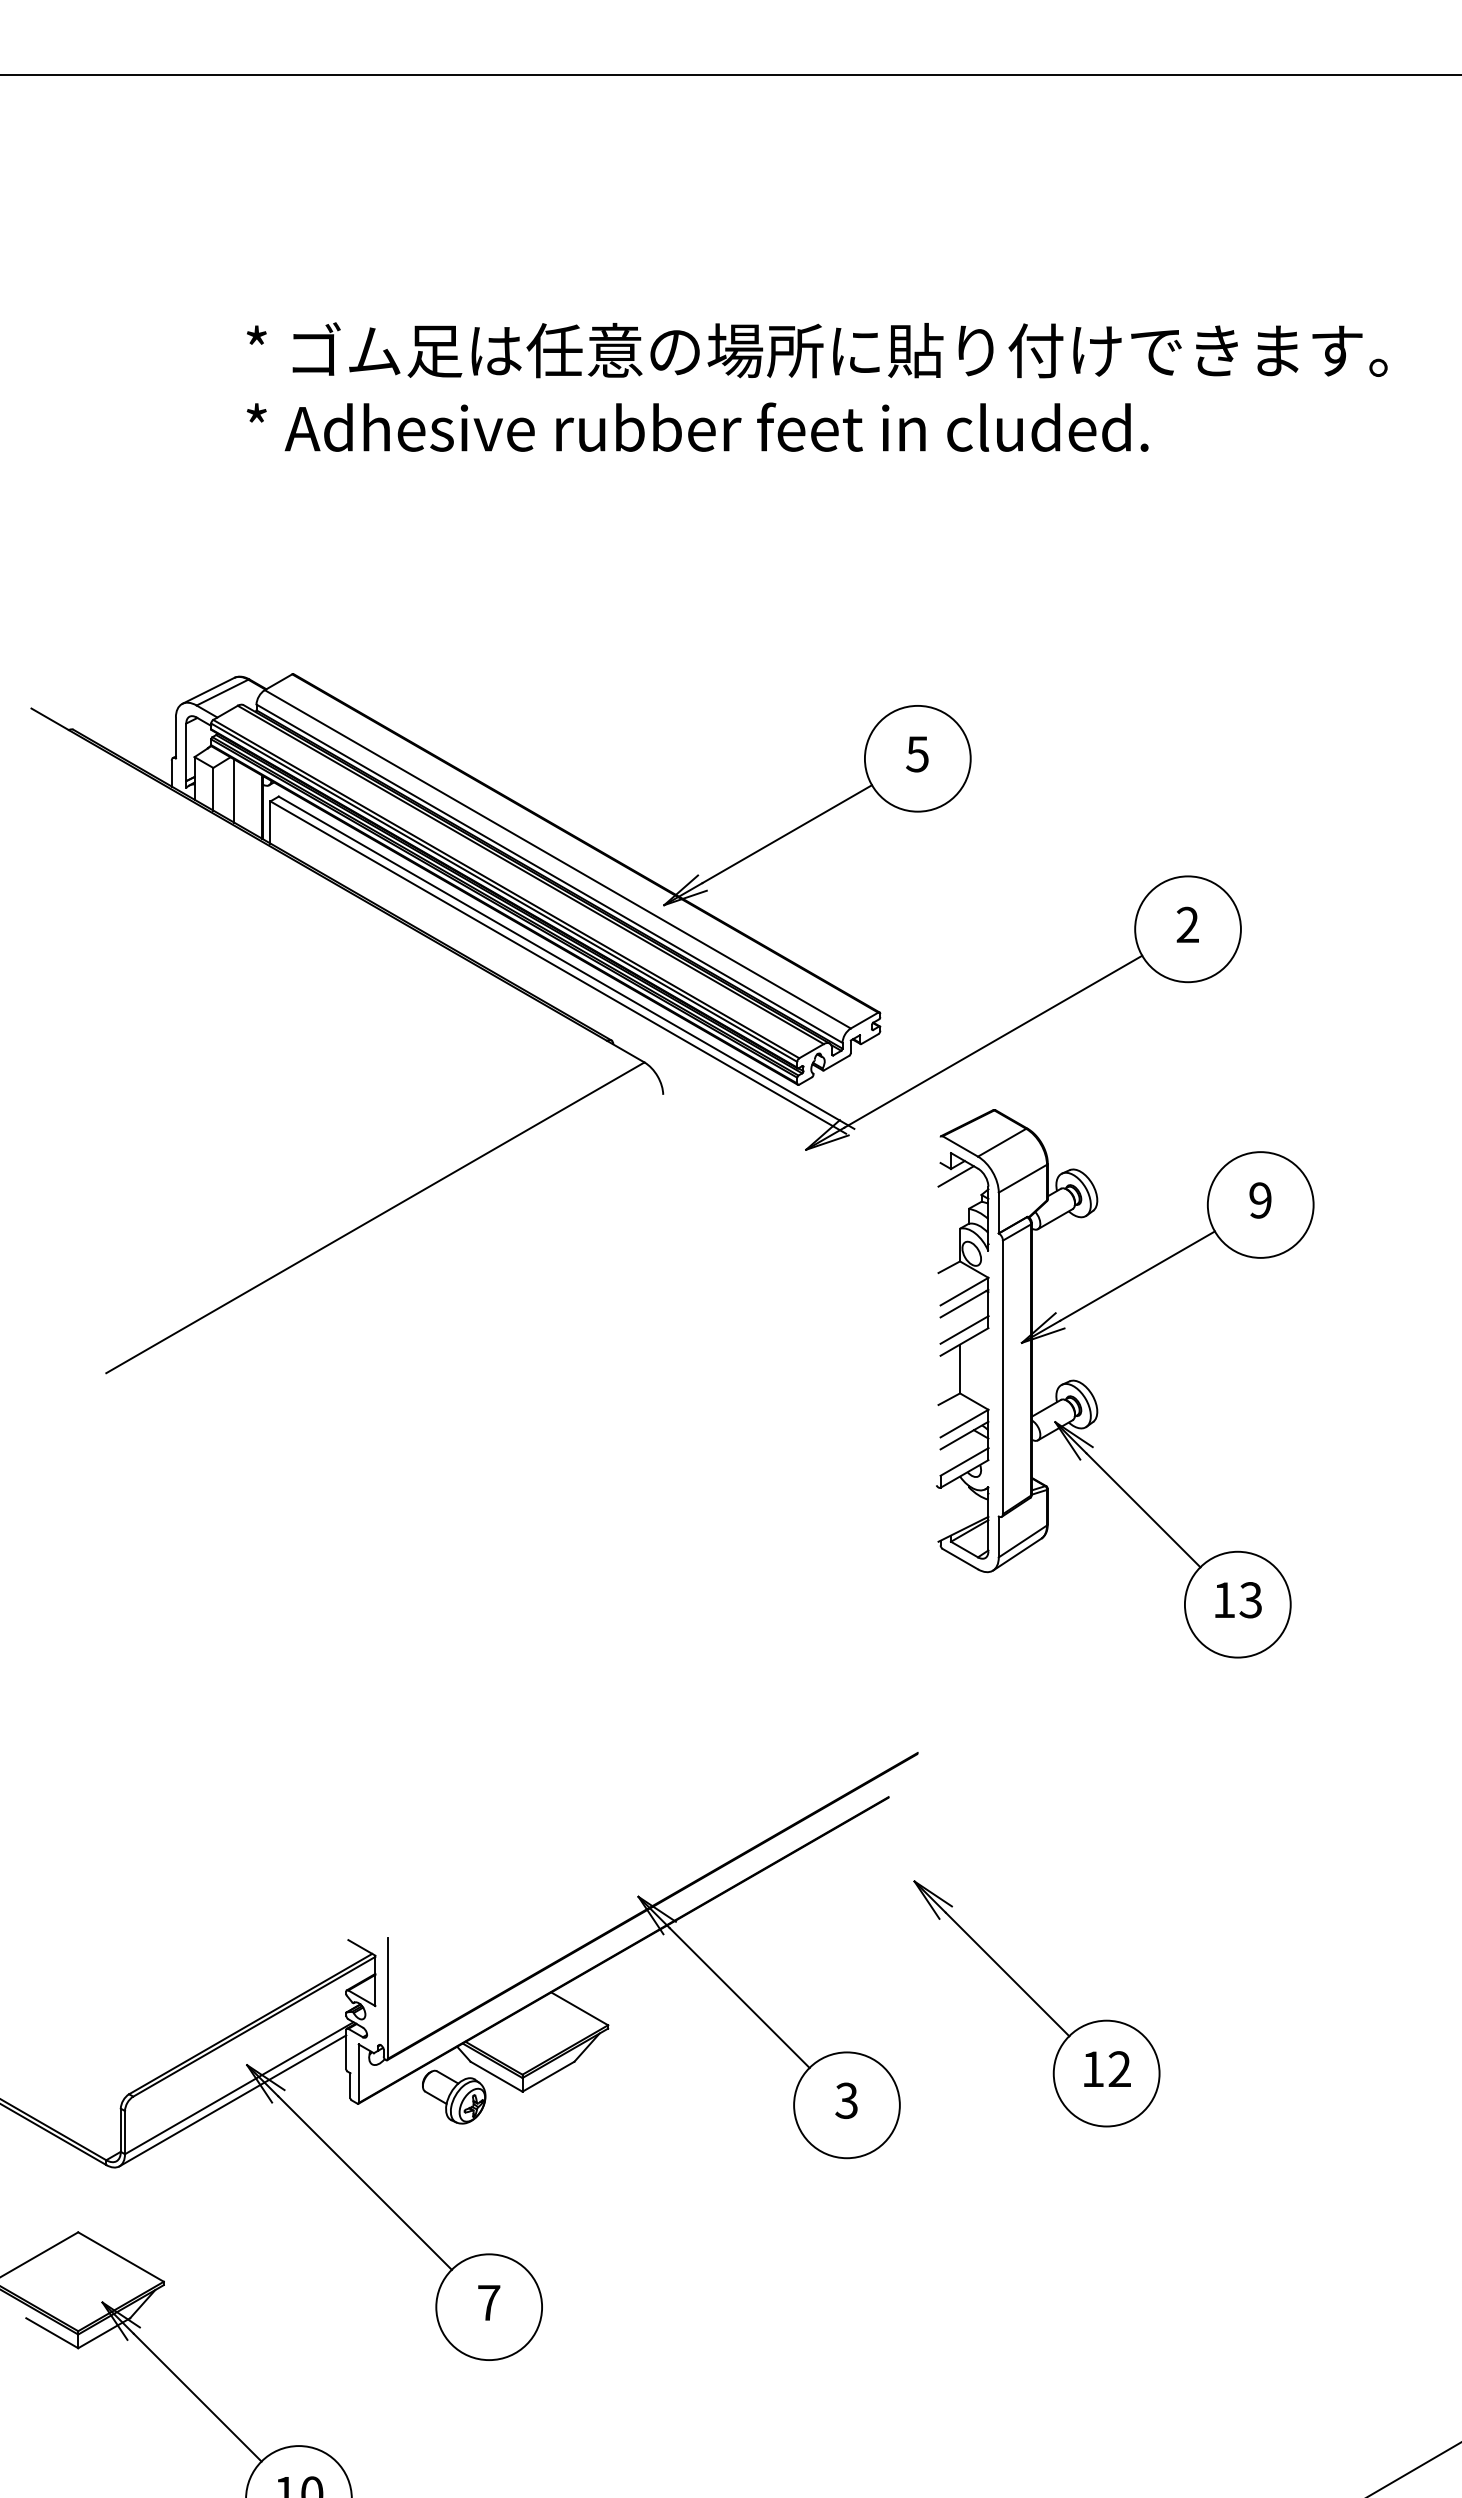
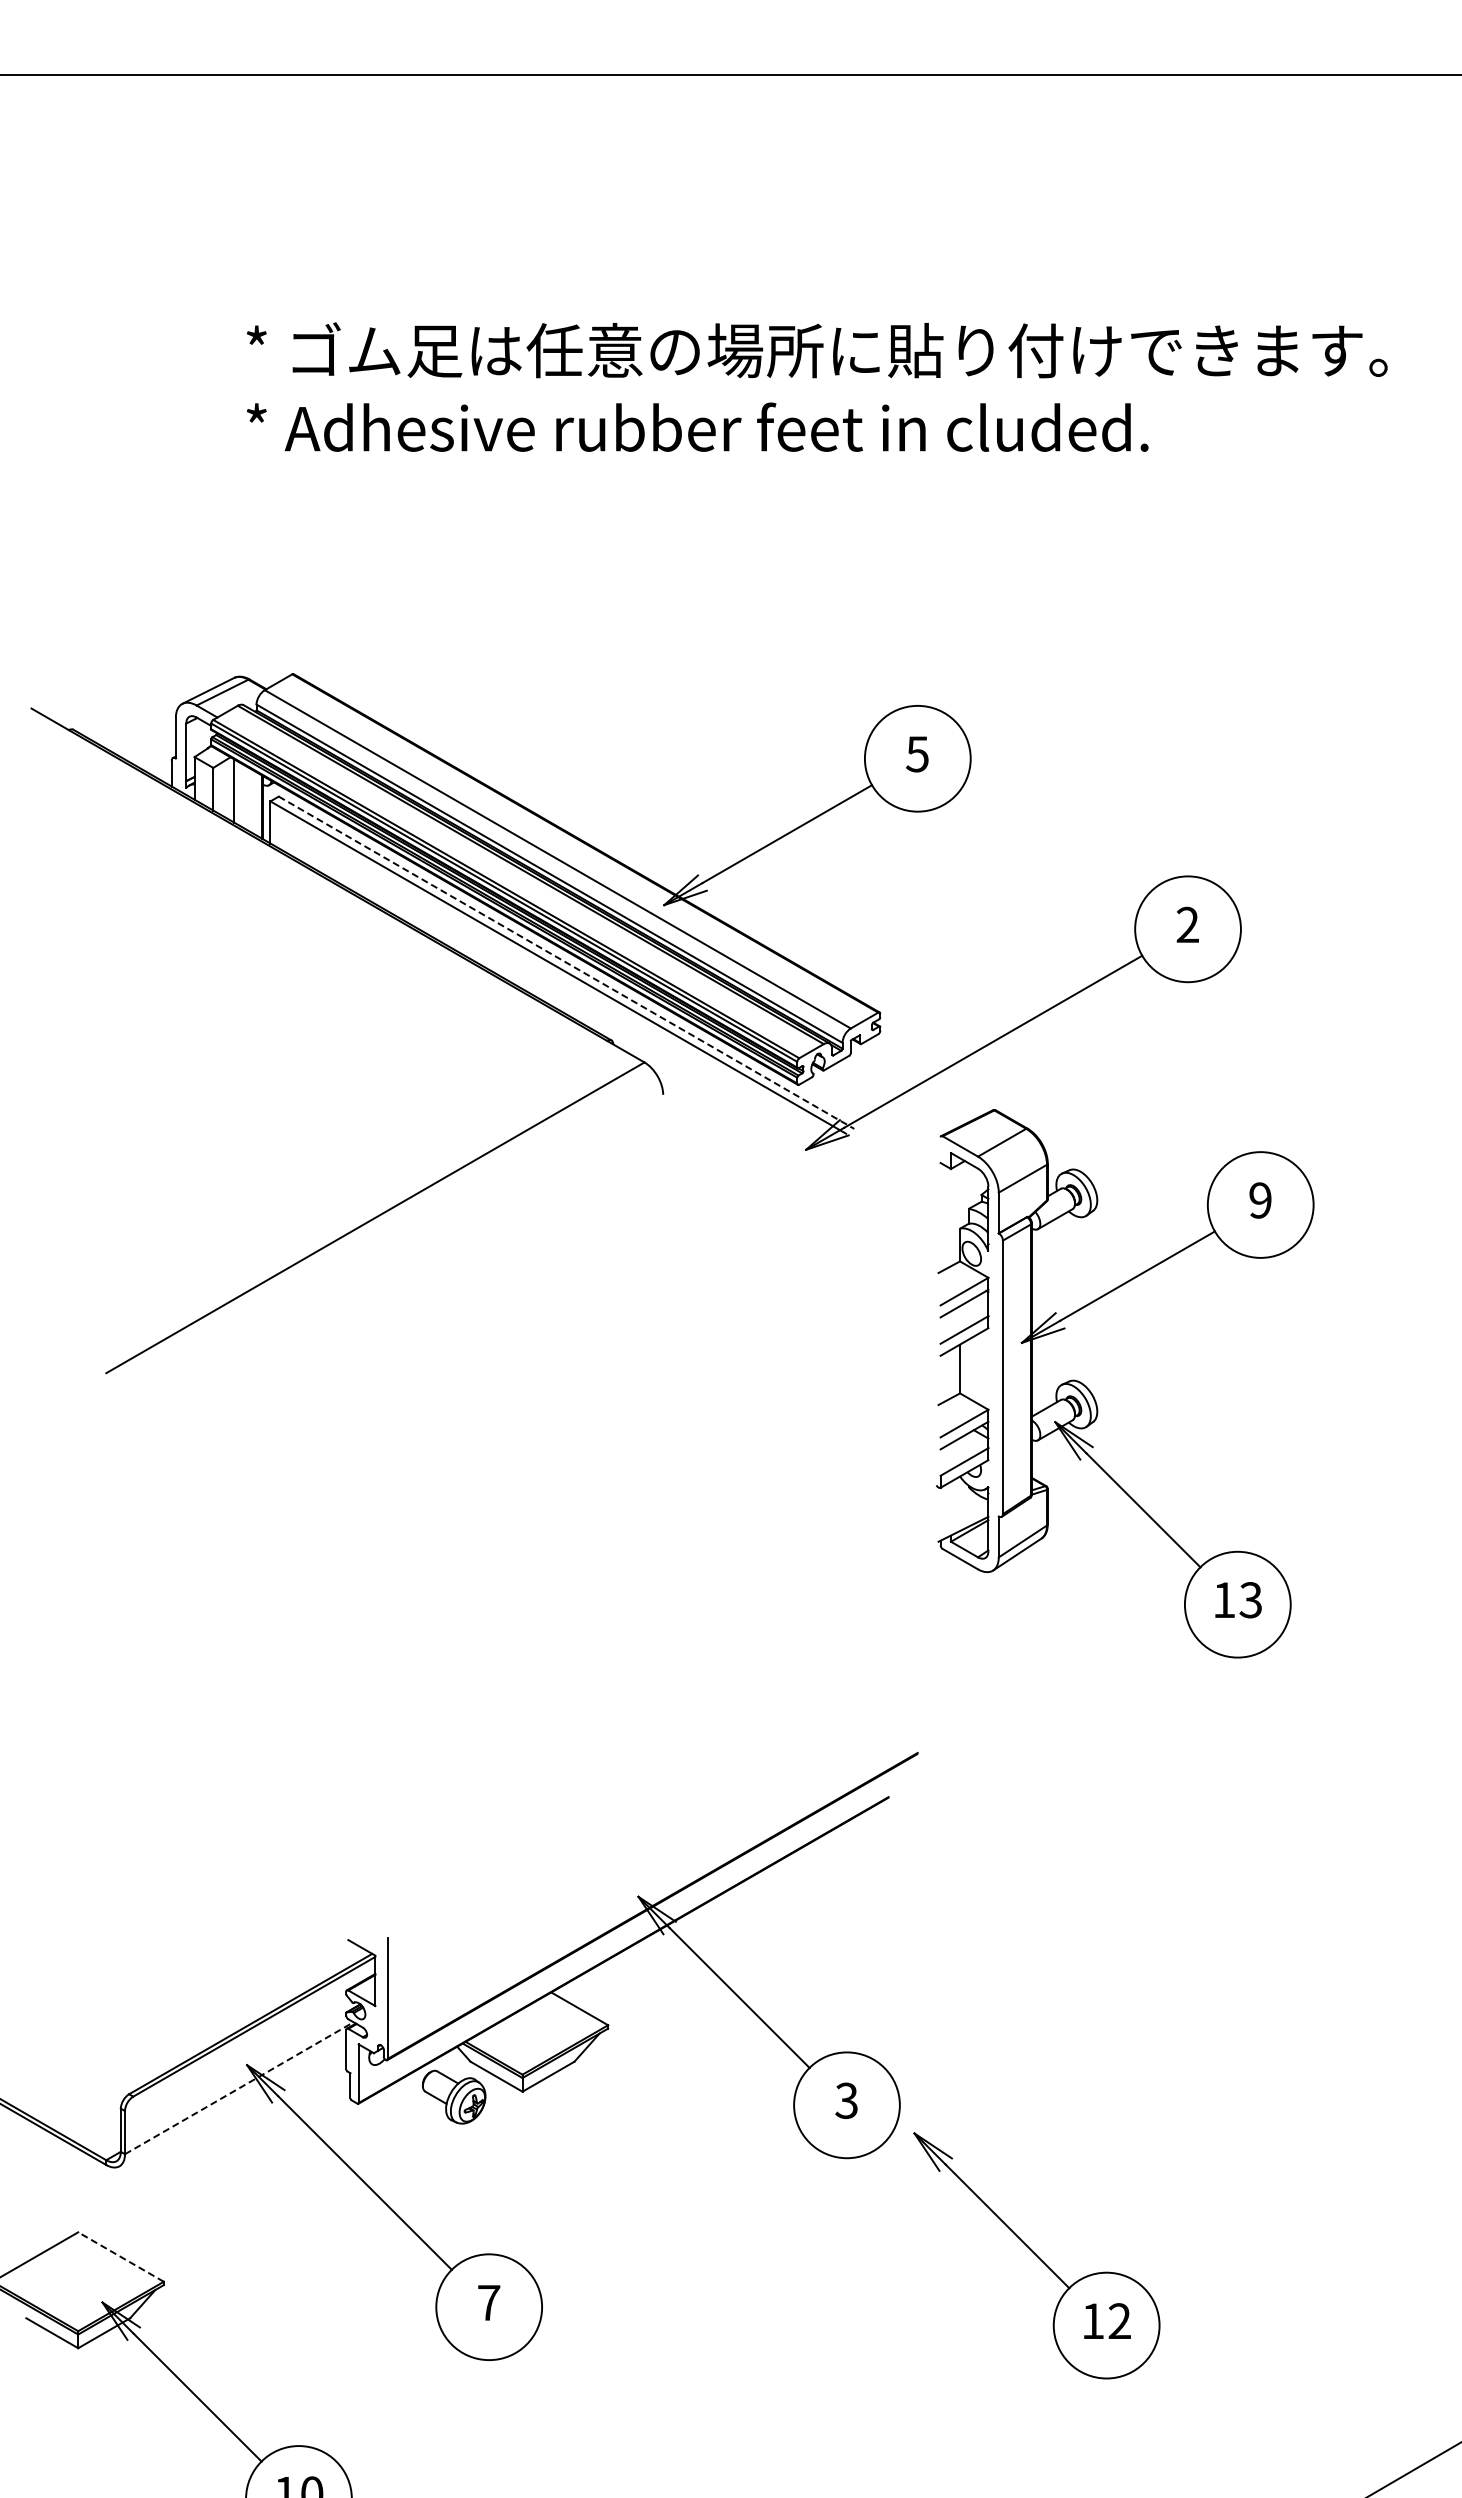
line at (567, 963): solid -> dashed
line at (955, 1176): present -> none
part at (1036, 2003) position: (1036, 2003) -> (1036, 2255)
line at (239, 2088): solid -> dashed
line at (232, 2100): present -> none
line at (120, 2256): solid -> dashed
